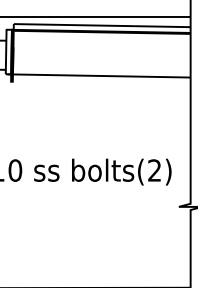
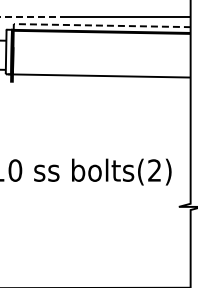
line at (33, 16): solid -> dashed
line at (102, 25): solid -> dashed
